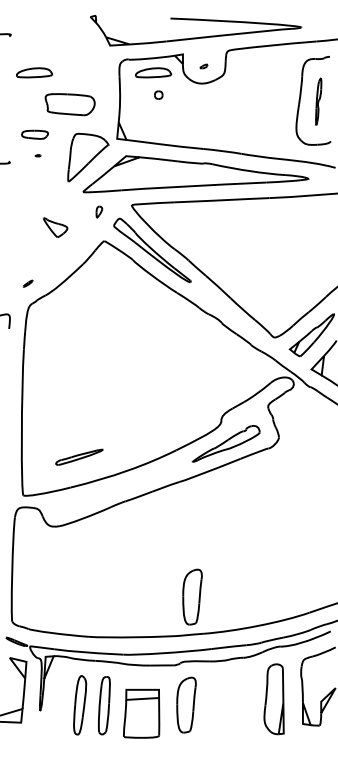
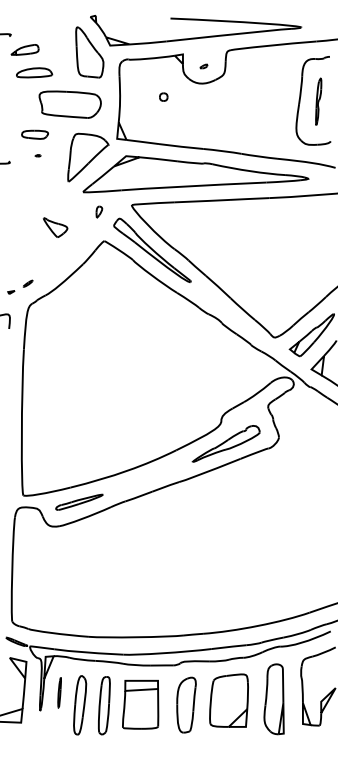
part at (24, 49): none -> present
part at (89, 52): none -> present
part at (153, 72): present -> none
part at (158, 94) position: (158, 94) -> (163, 96)
part at (69, 104) size: 52x24 px -> 64x29 px
part at (11, 292): none -> present
part at (79, 456) position: (79, 456) -> (79, 501)
part at (192, 596): present -> none
line at (59, 692): none -> present
part at (228, 700): none -> present
part at (141, 713) position: (141, 713) -> (140, 704)
